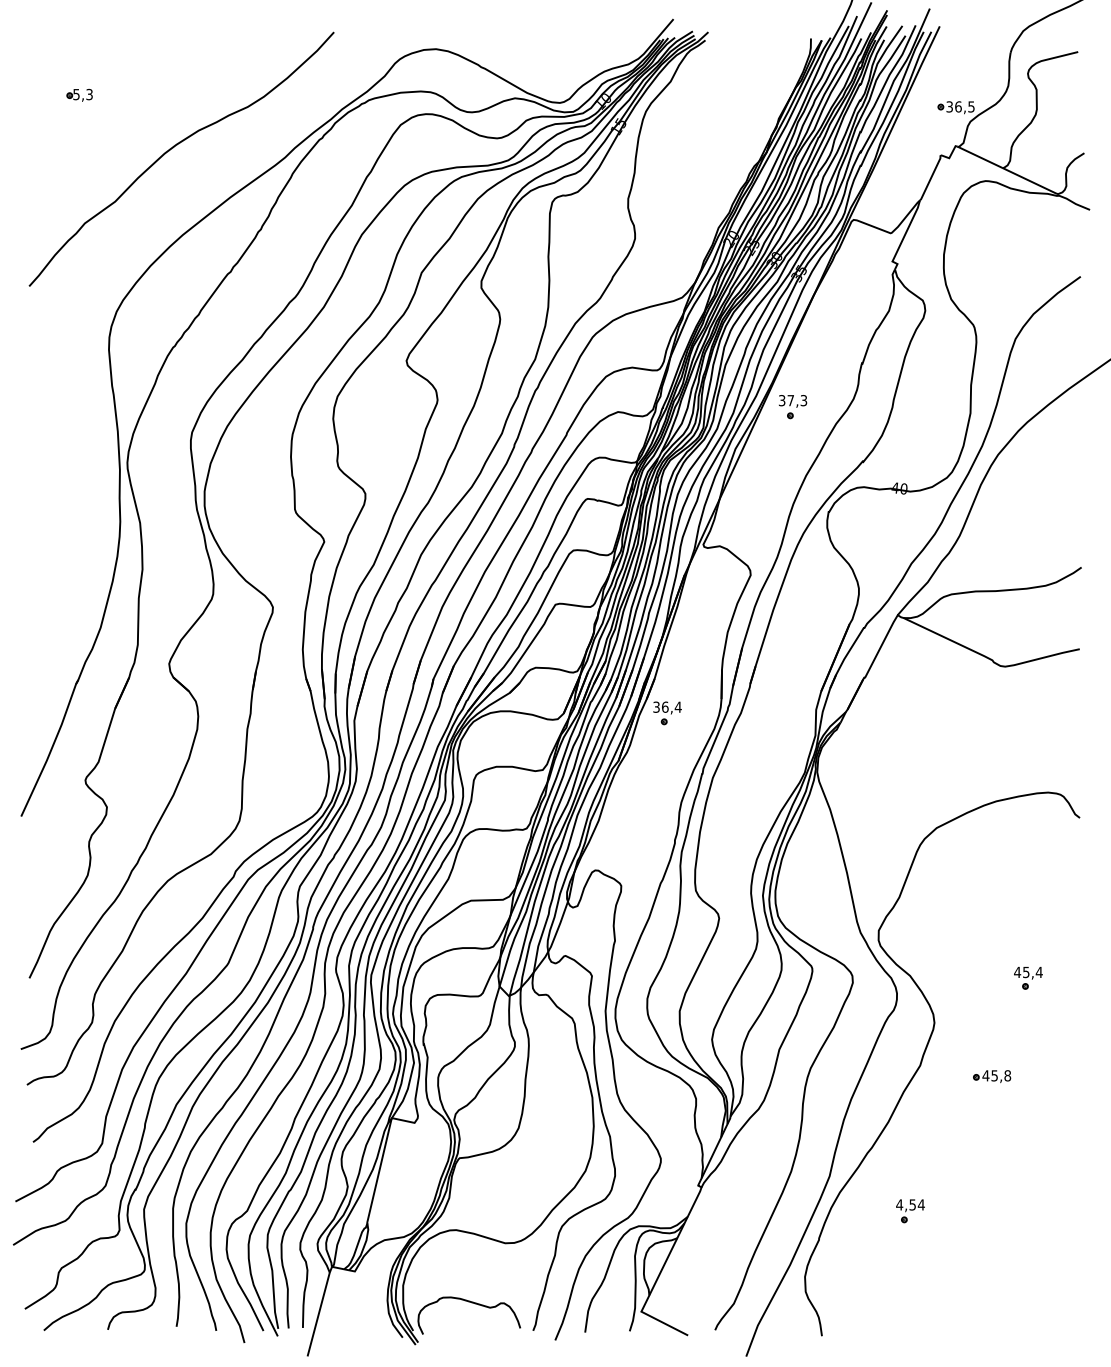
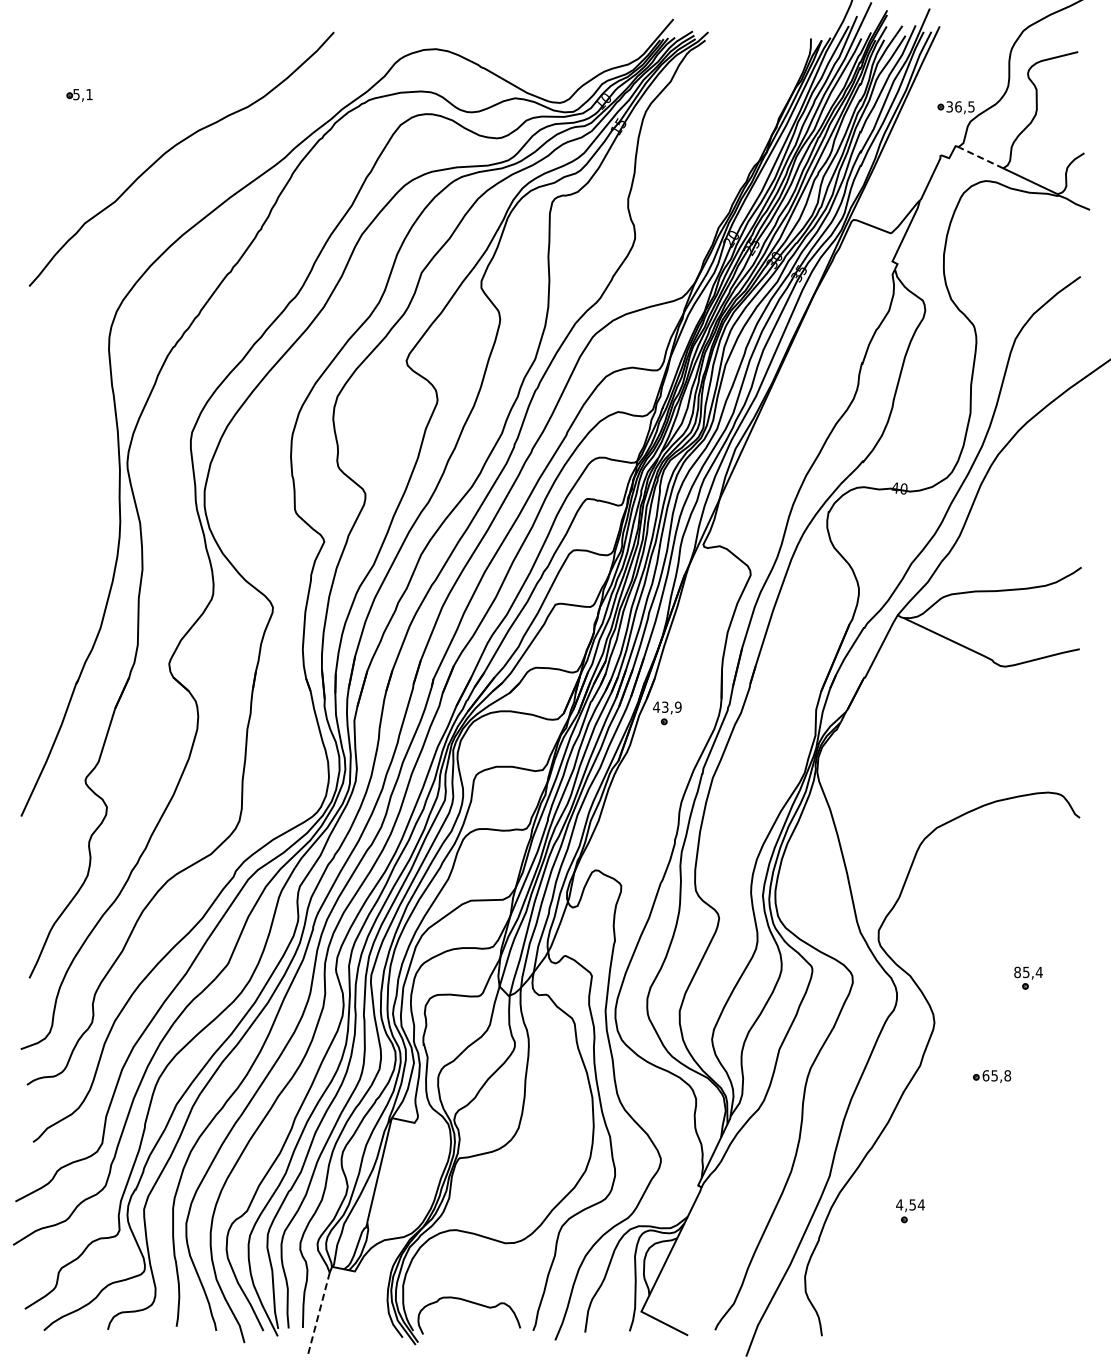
text at (89, 94): 5,3 -> 5,1
line at (979, 156): solid -> dashed
part at (793, 407): present -> none
text at (667, 706): 36,4 -> 43,9
text at (1017, 972): 45,4 -> 85,4
text at (985, 1075): 45,8 -> 65,8
line at (318, 1315): solid -> dashed
